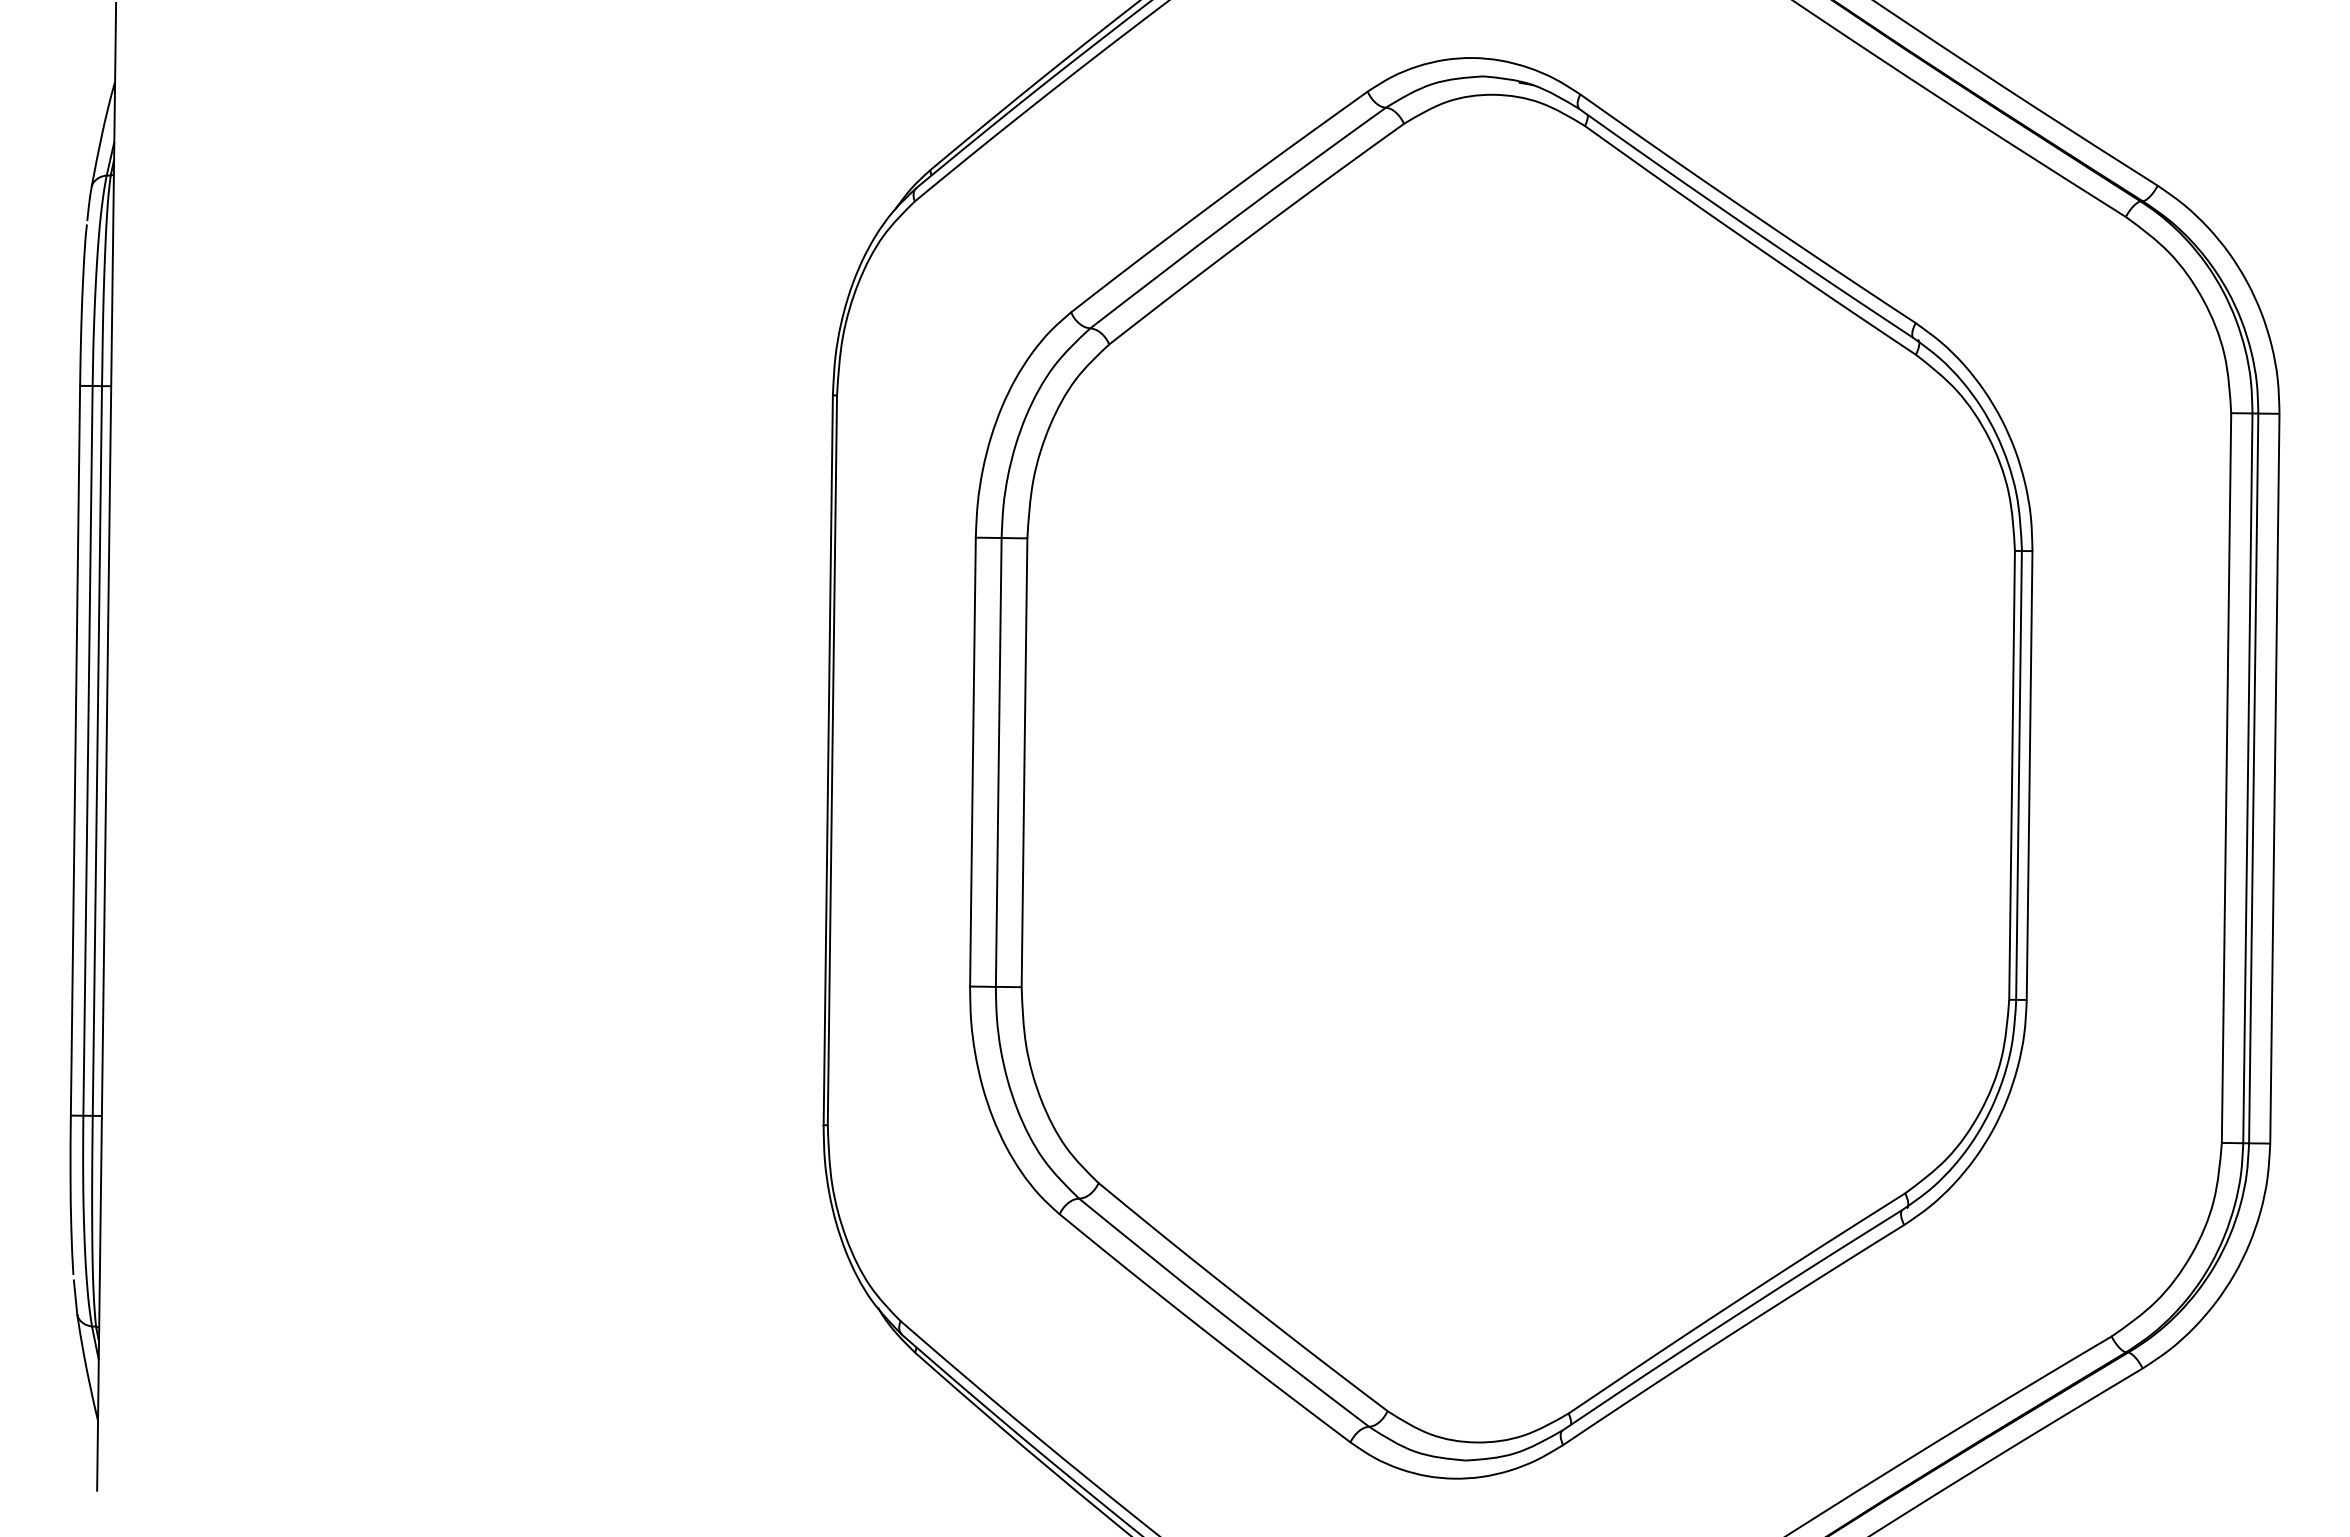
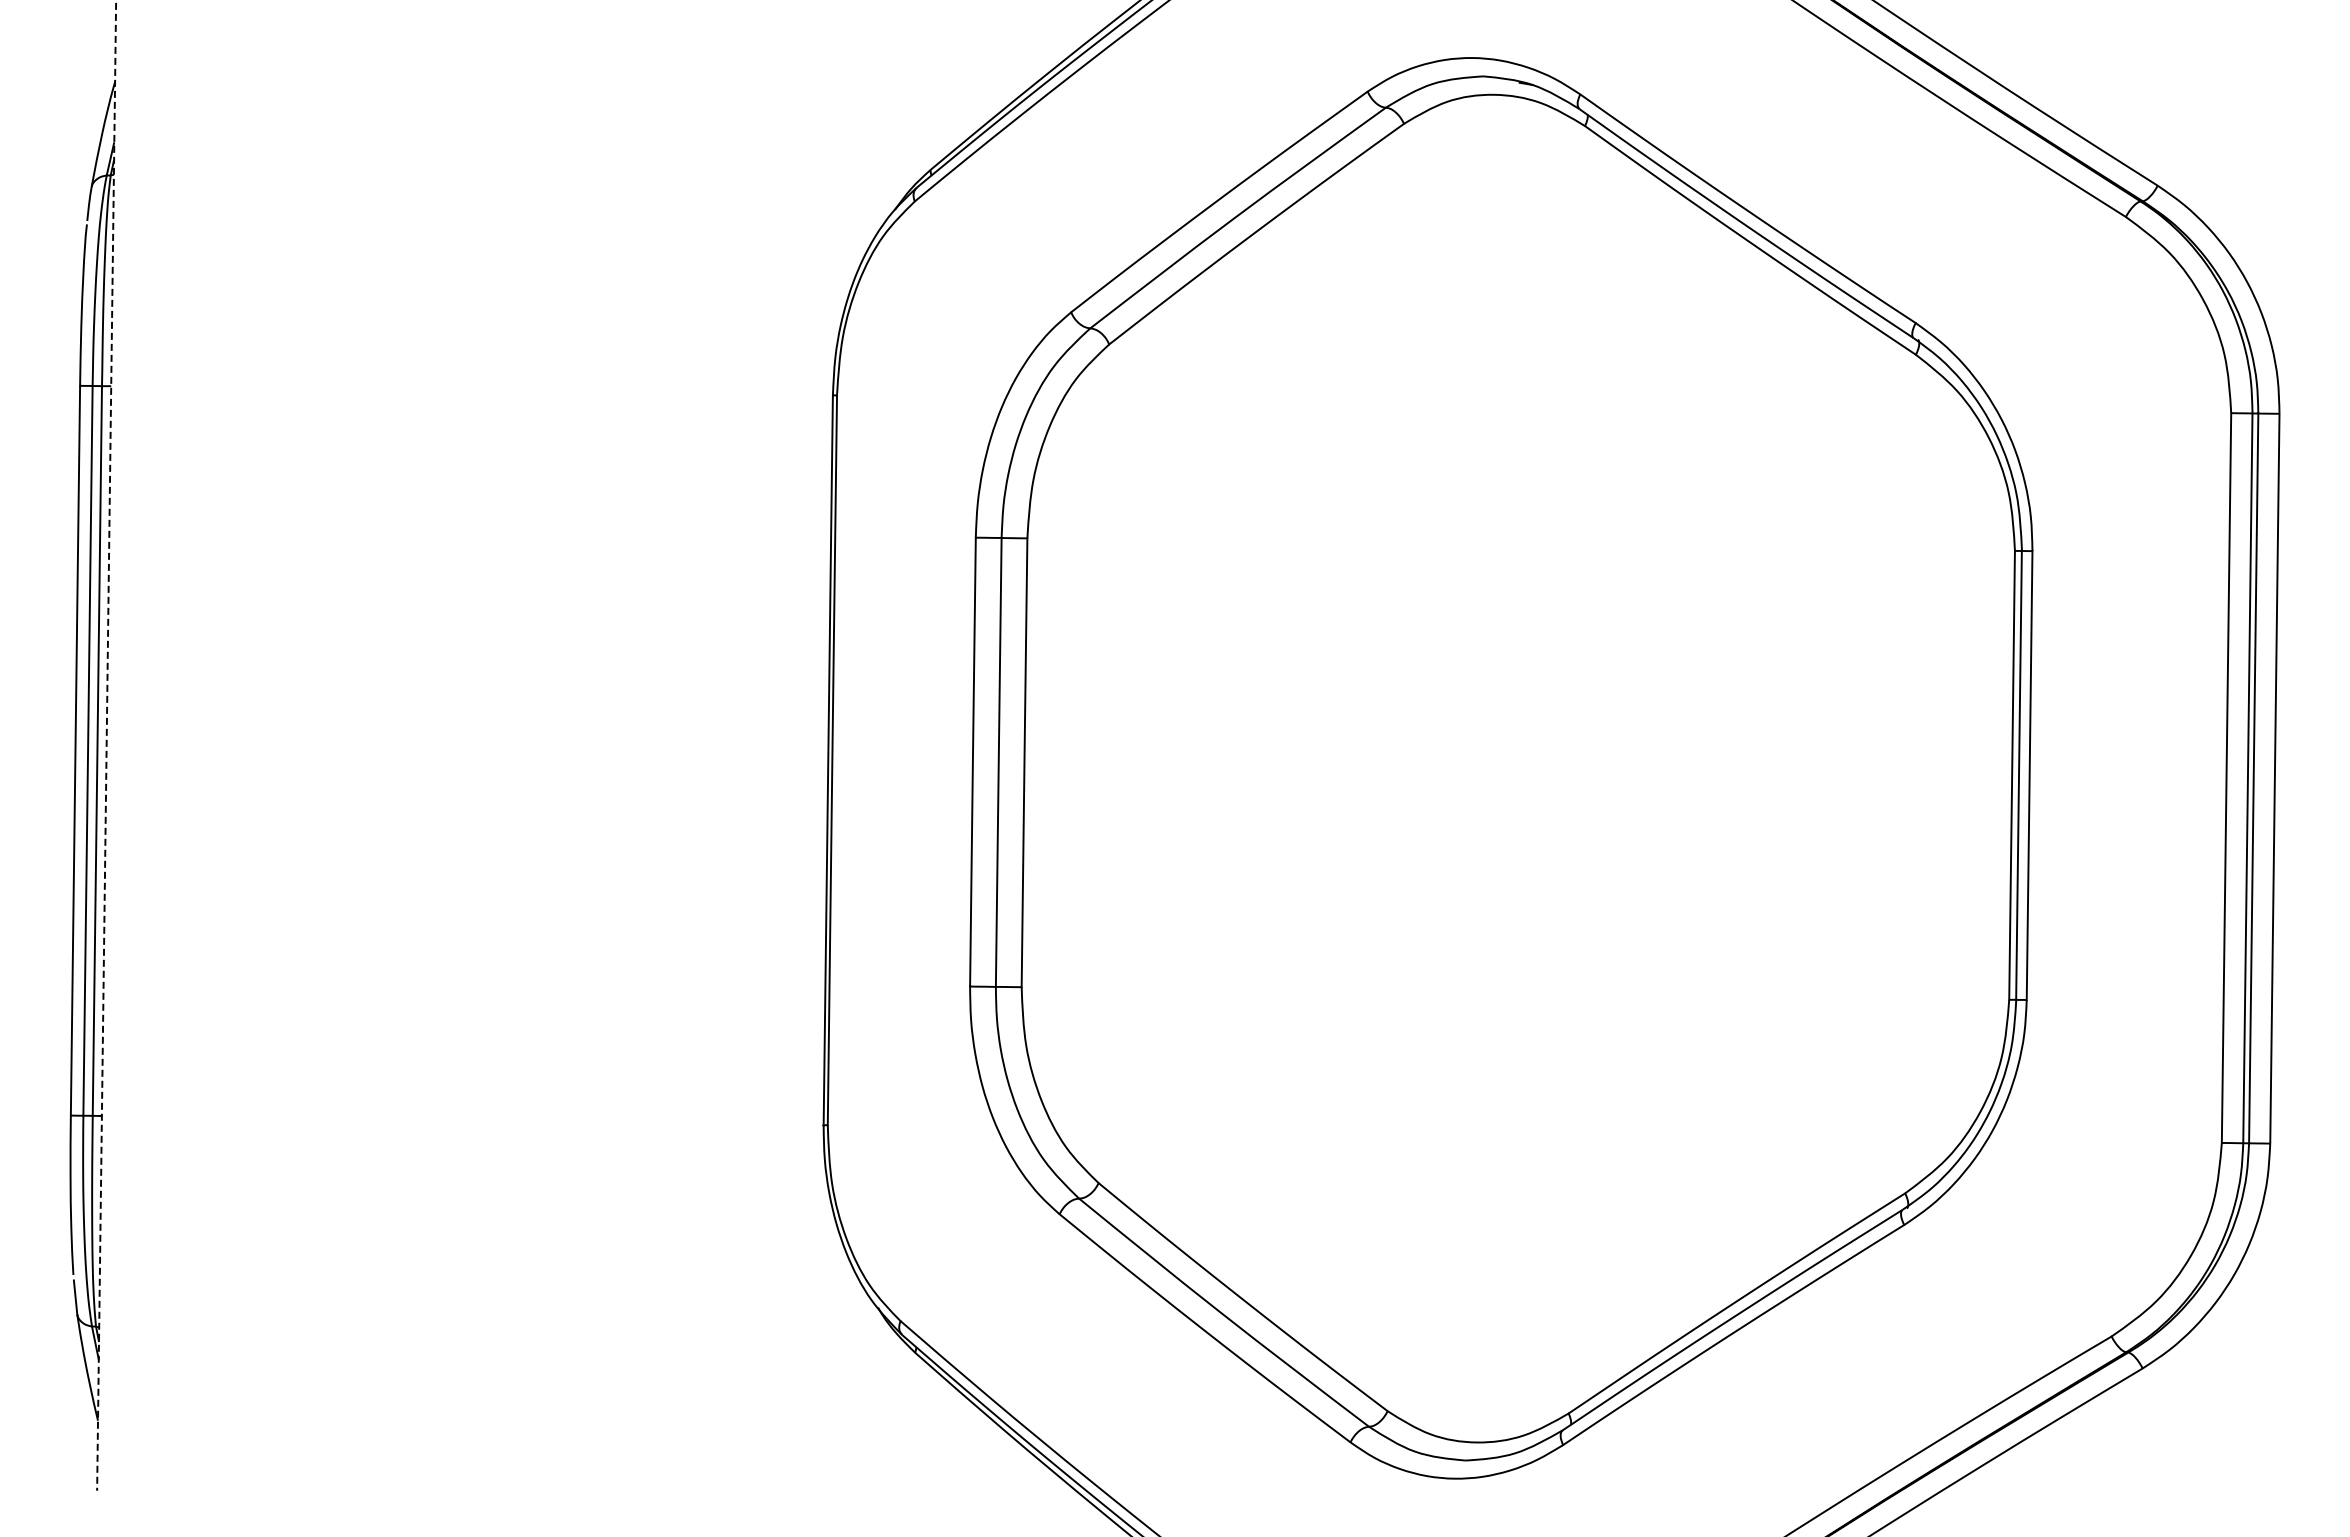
line at (106, 746): solid -> dashed
